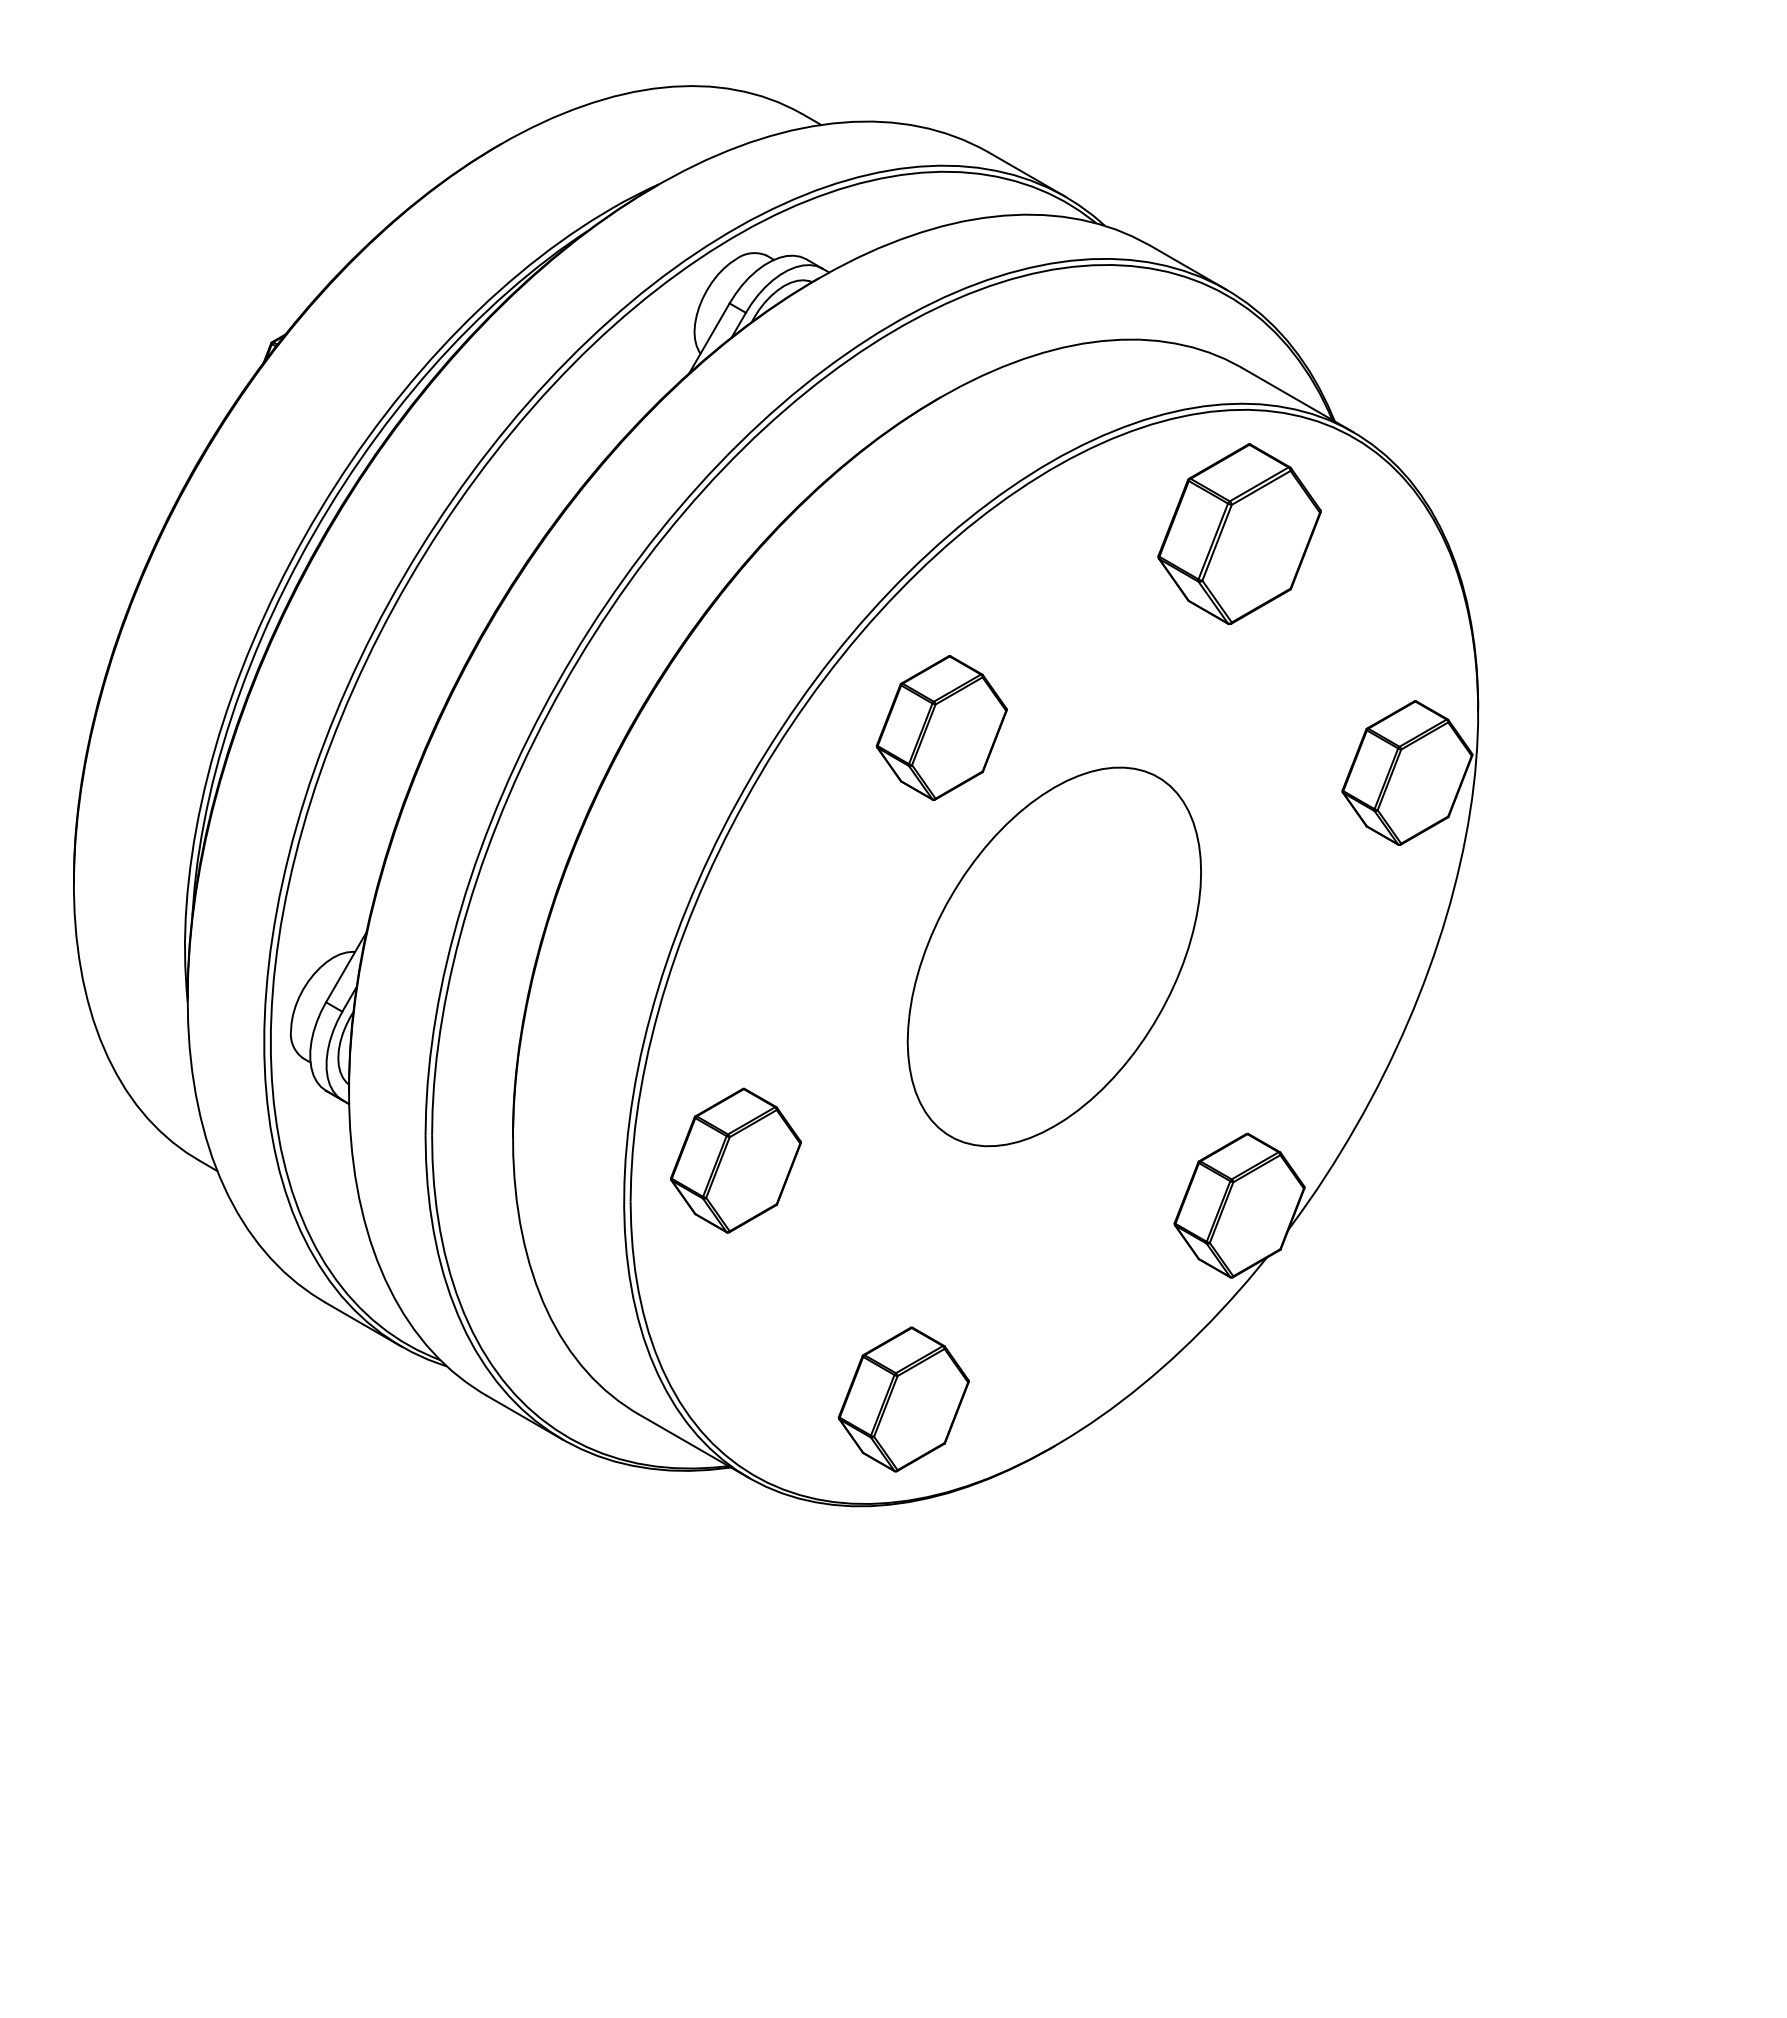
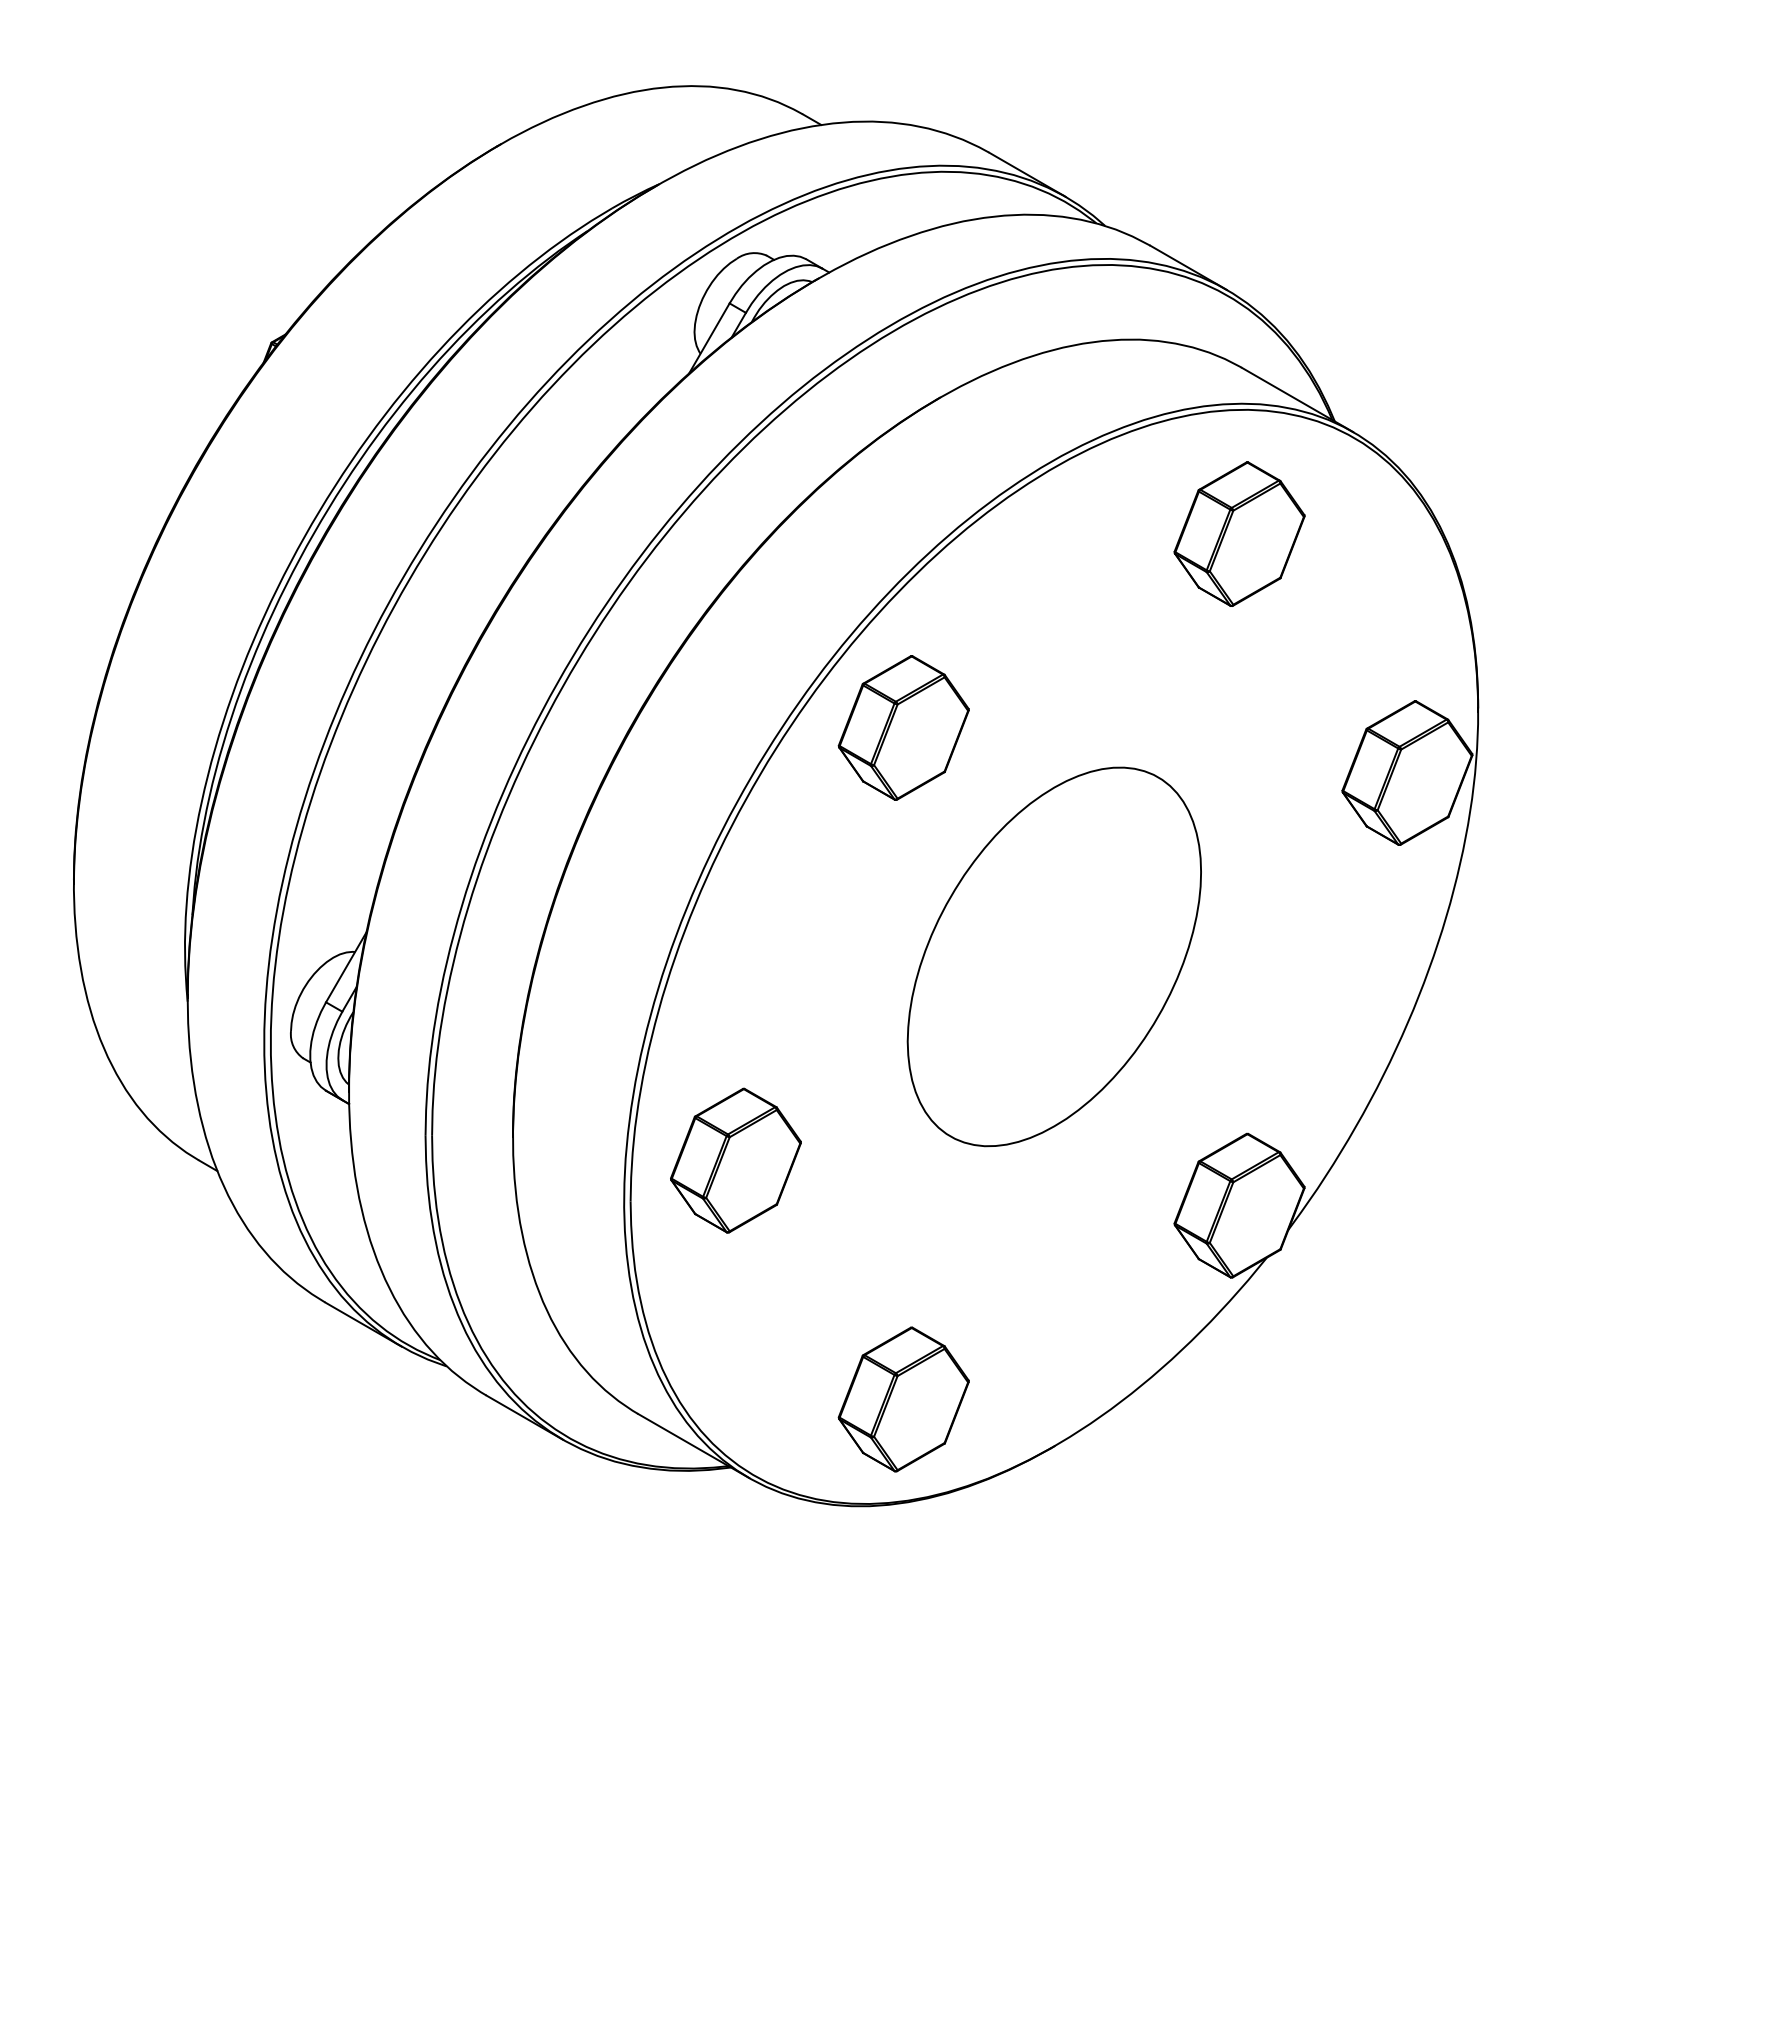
part at (1239, 533) size: 165x182 px -> 133x146 px
part at (941, 727) position: (941, 727) -> (903, 727)
